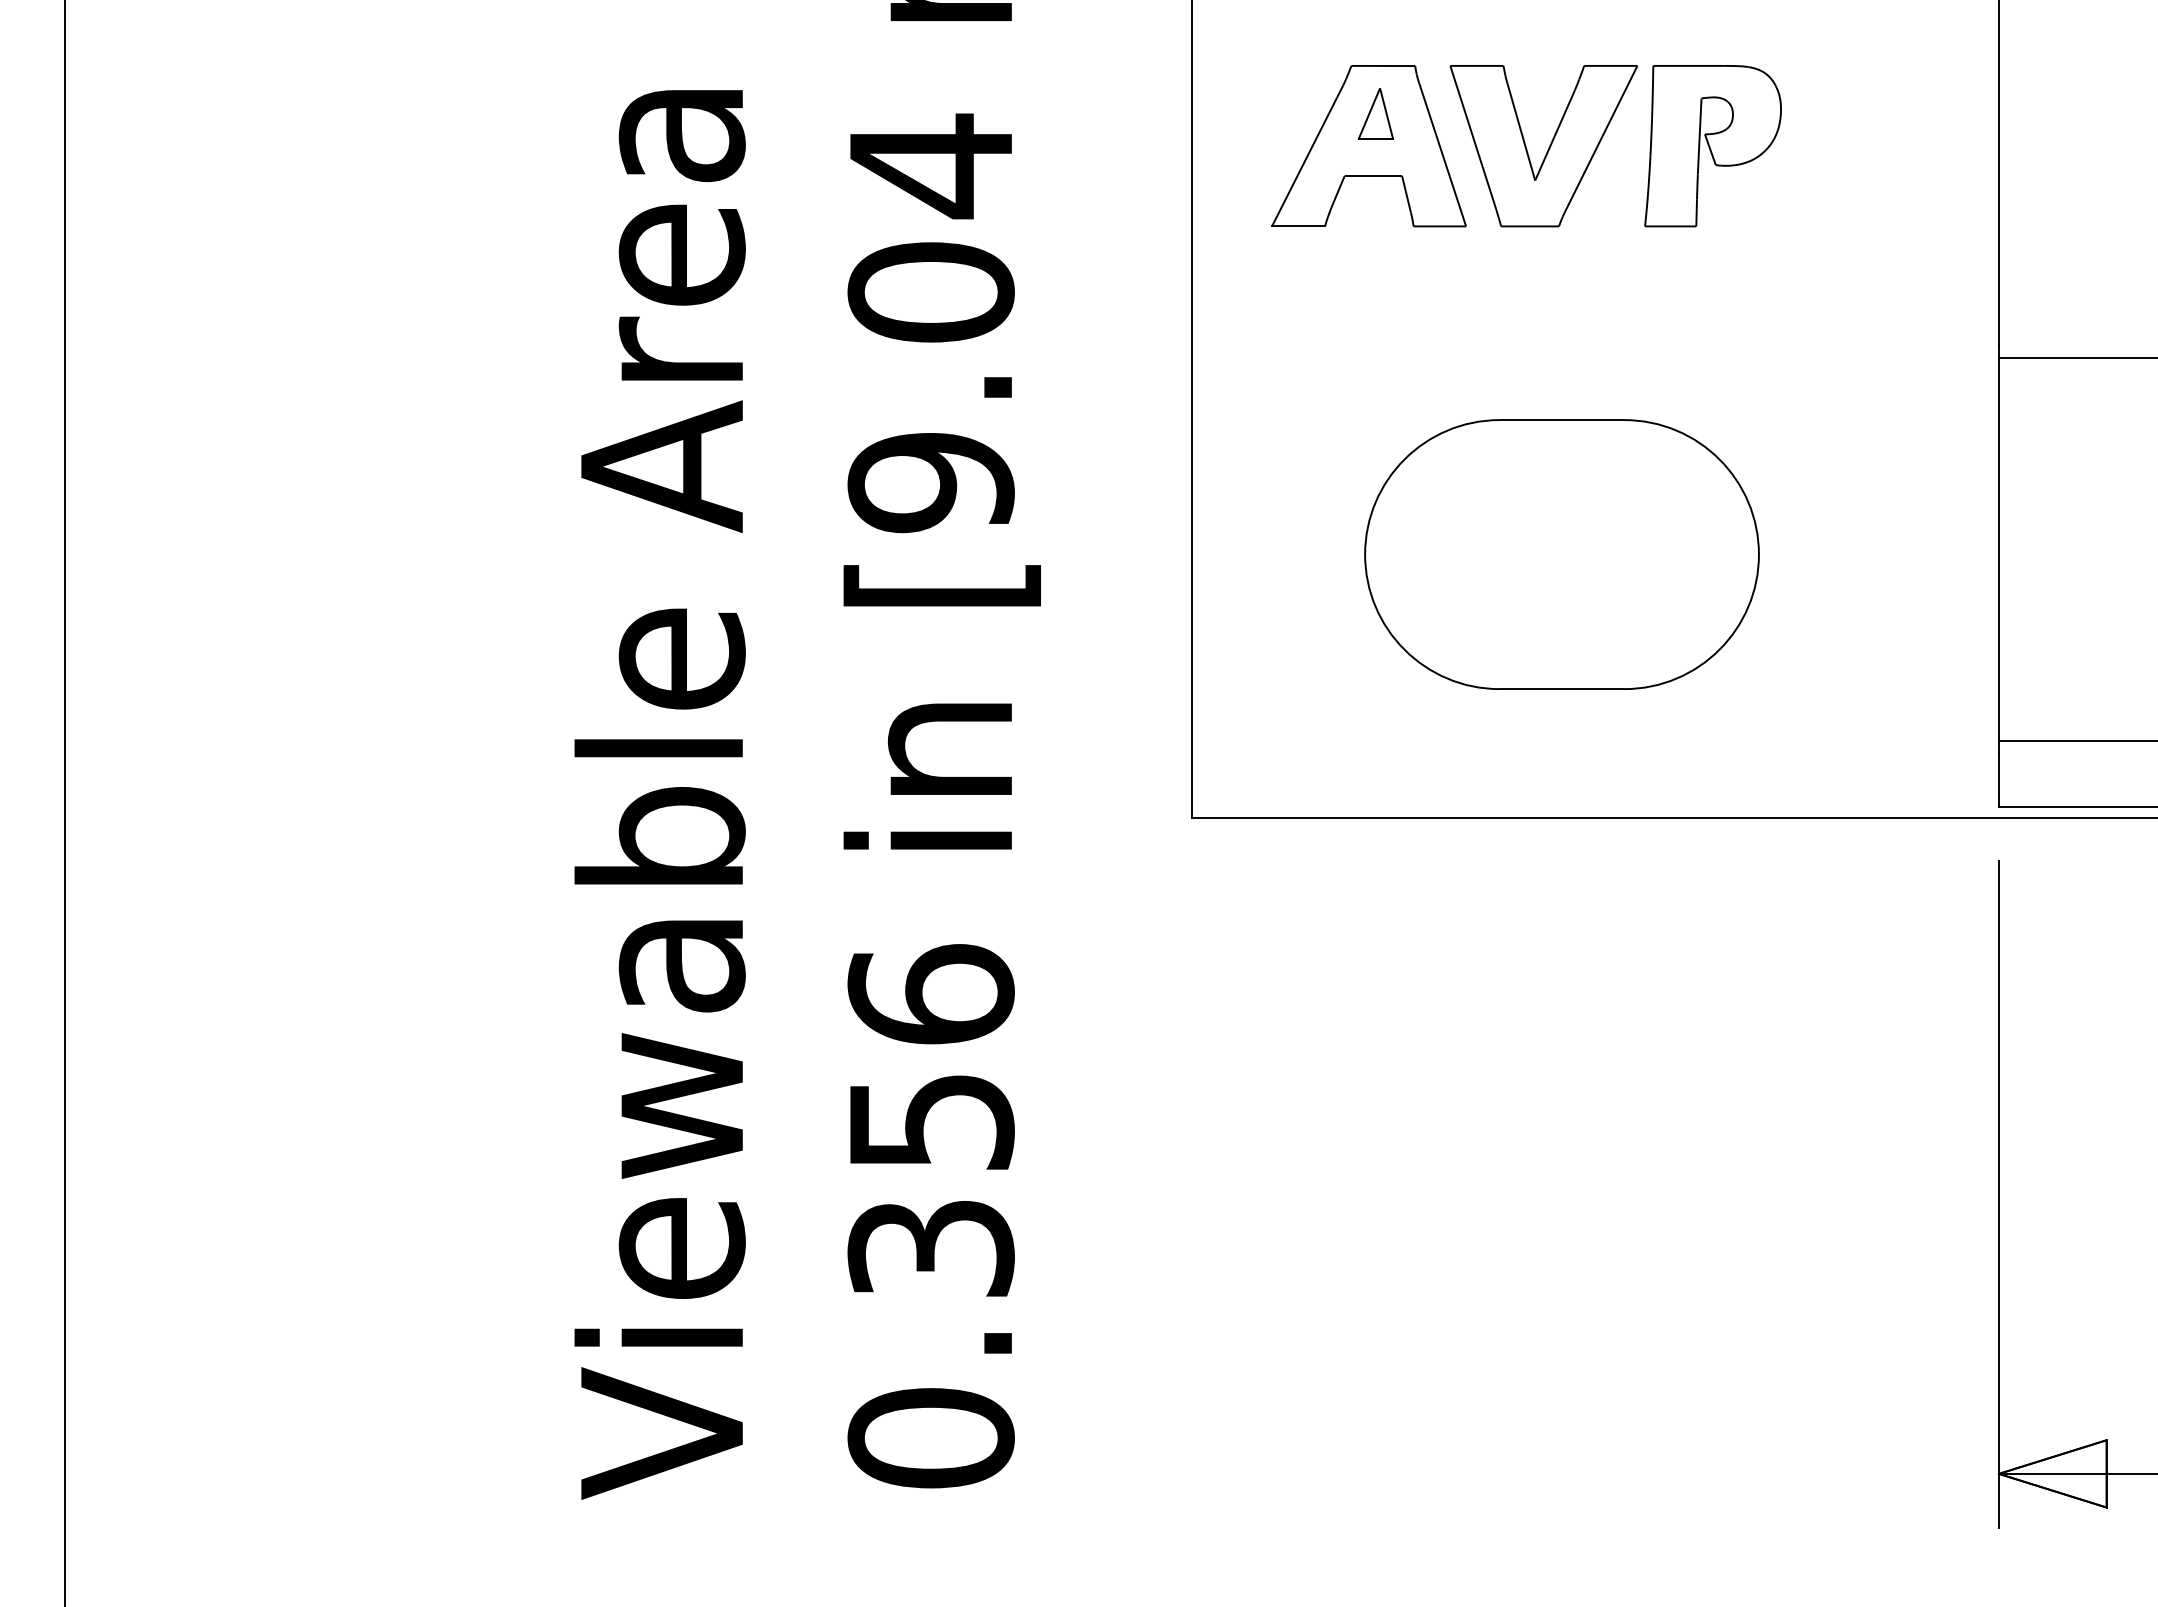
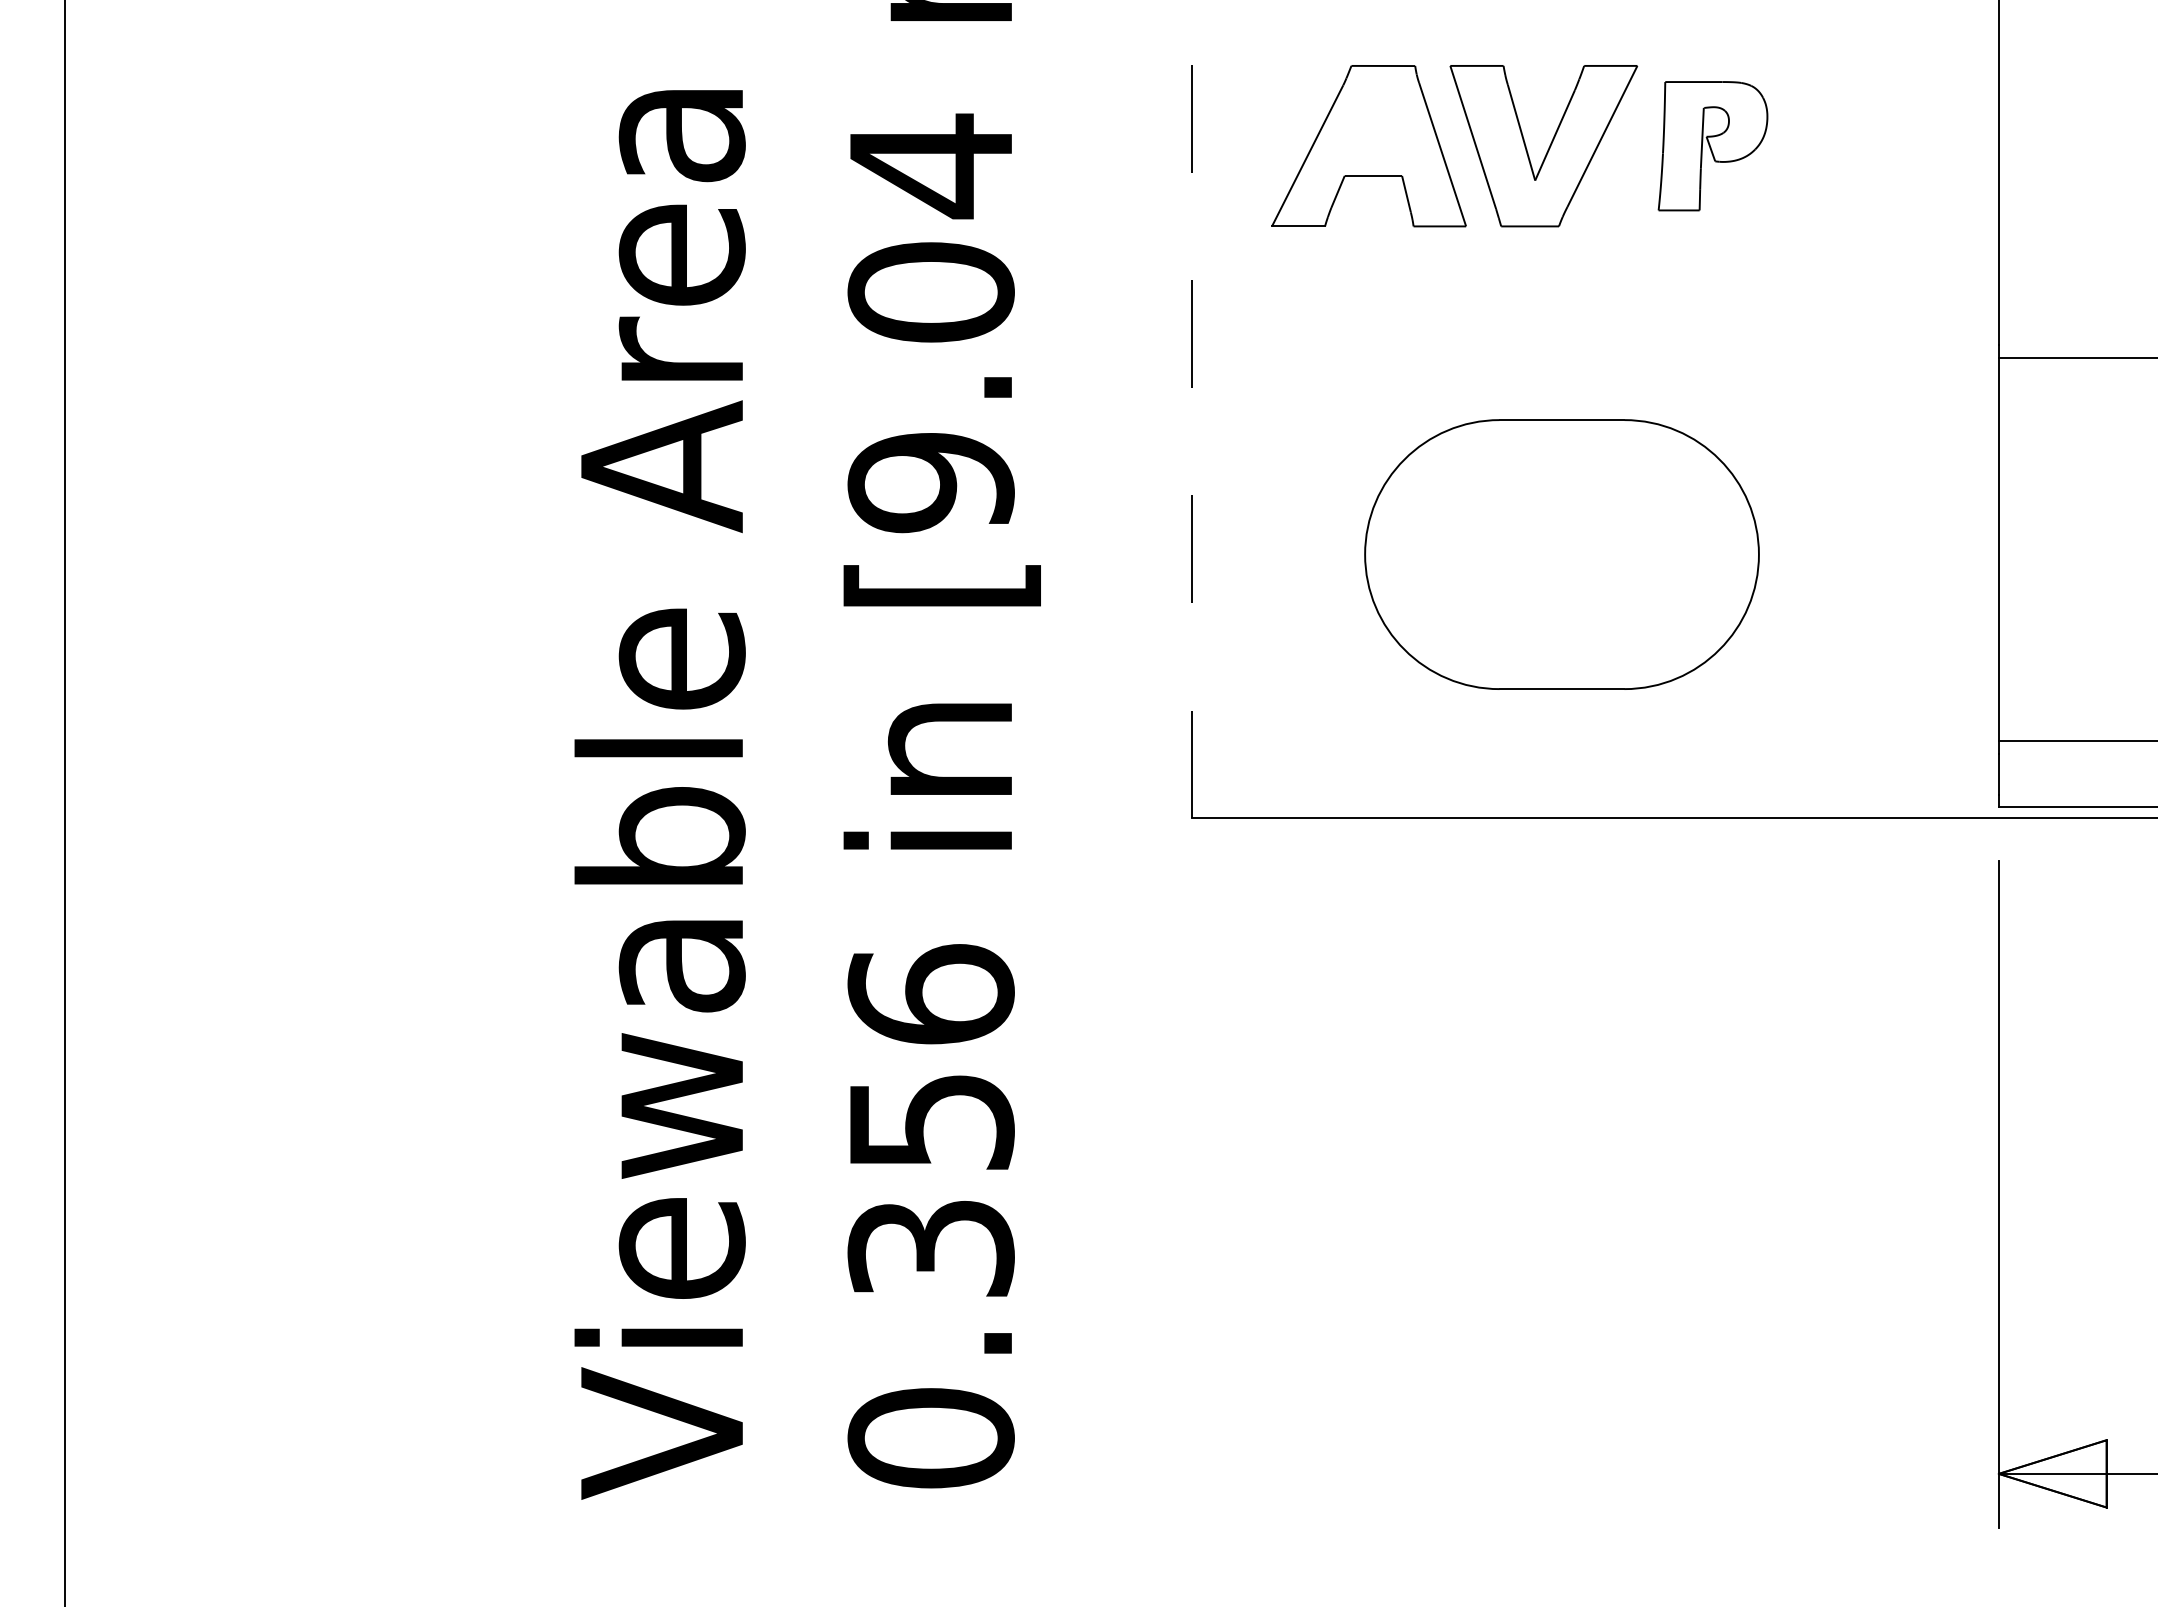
part at (1375, 113): present -> none
part at (1712, 146) size: 138x163 px -> 112x131 px
line at (1191, 409): solid -> dashed
